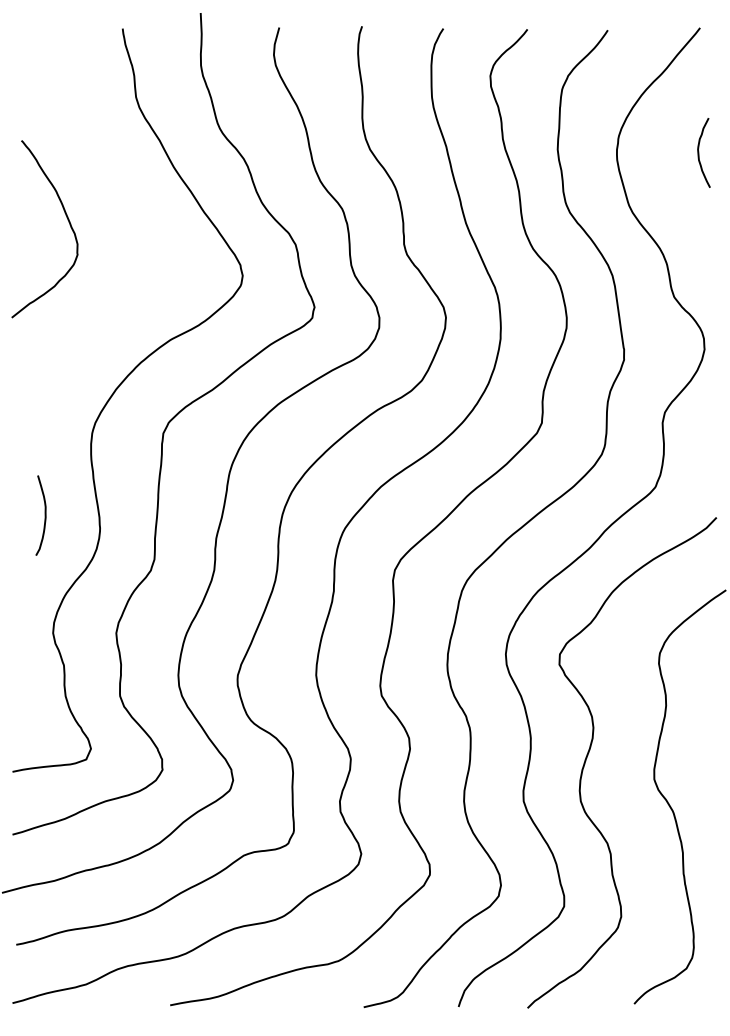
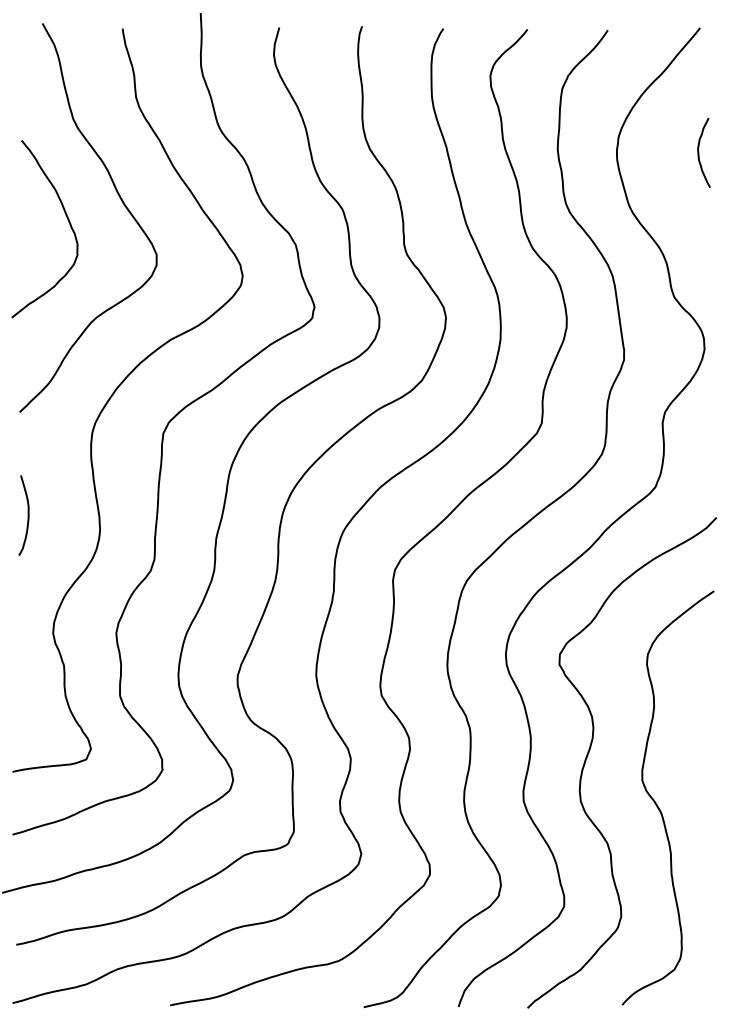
curve at (118, 196): none -> present
curve at (44, 515) position: (44, 515) -> (27, 515)
curve at (668, 801) position: (668, 801) -> (656, 802)
